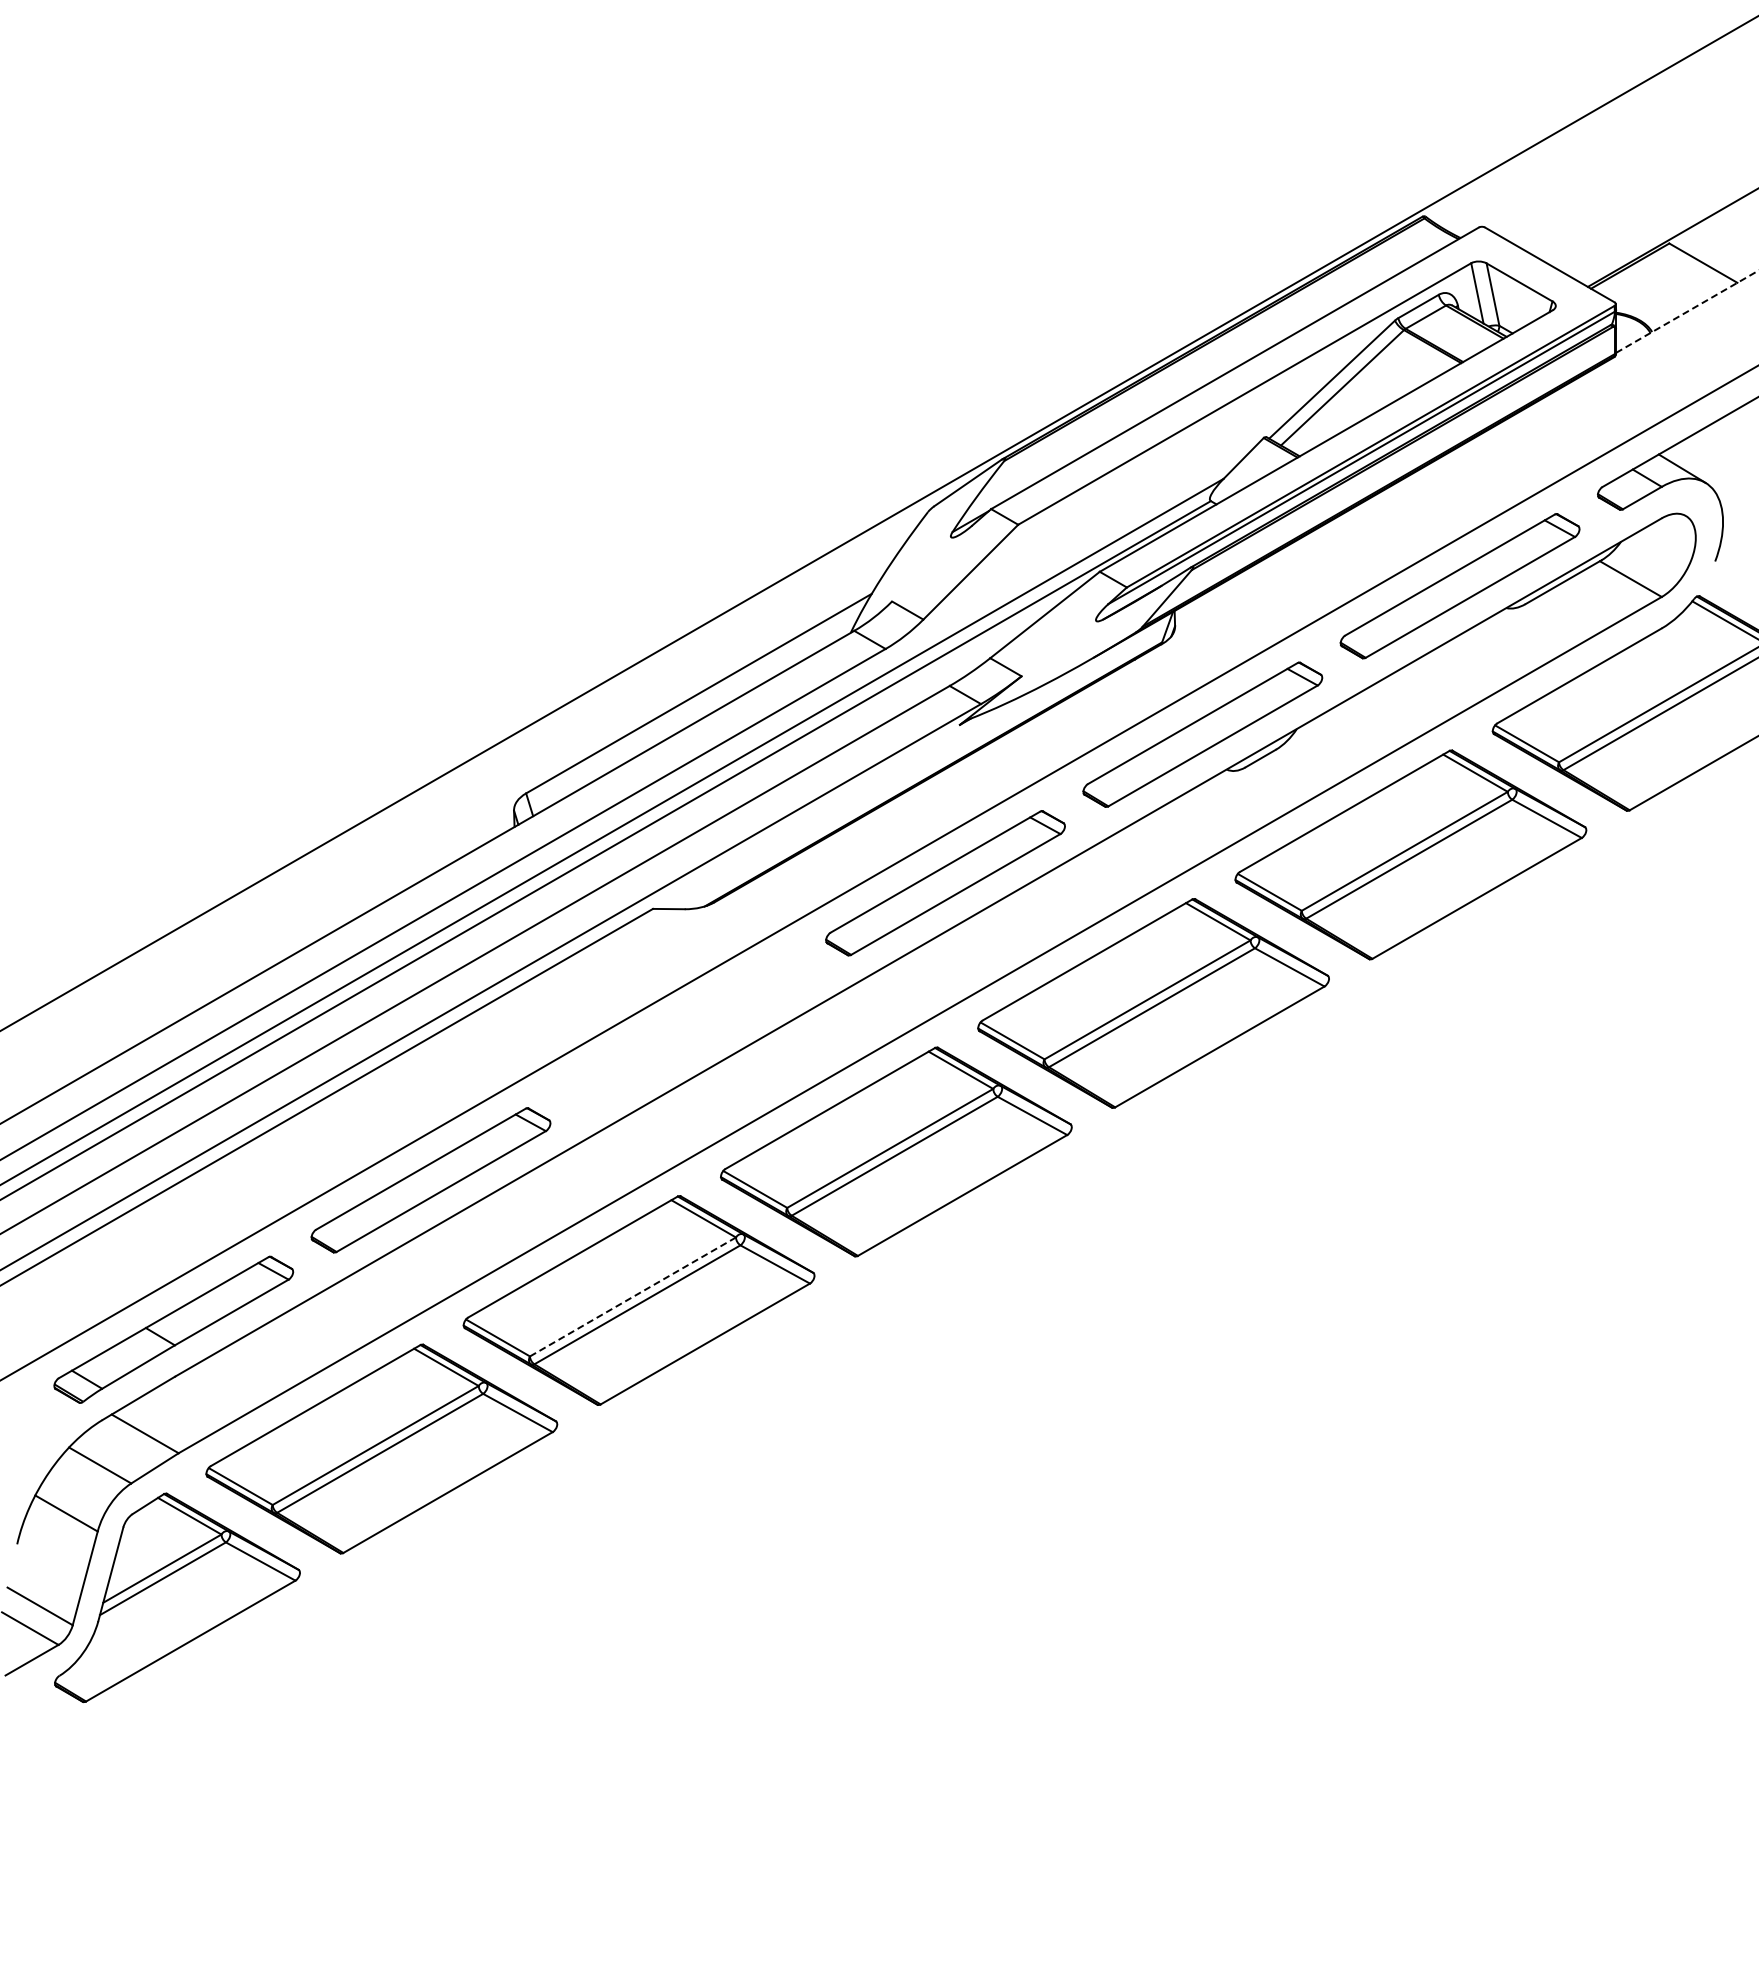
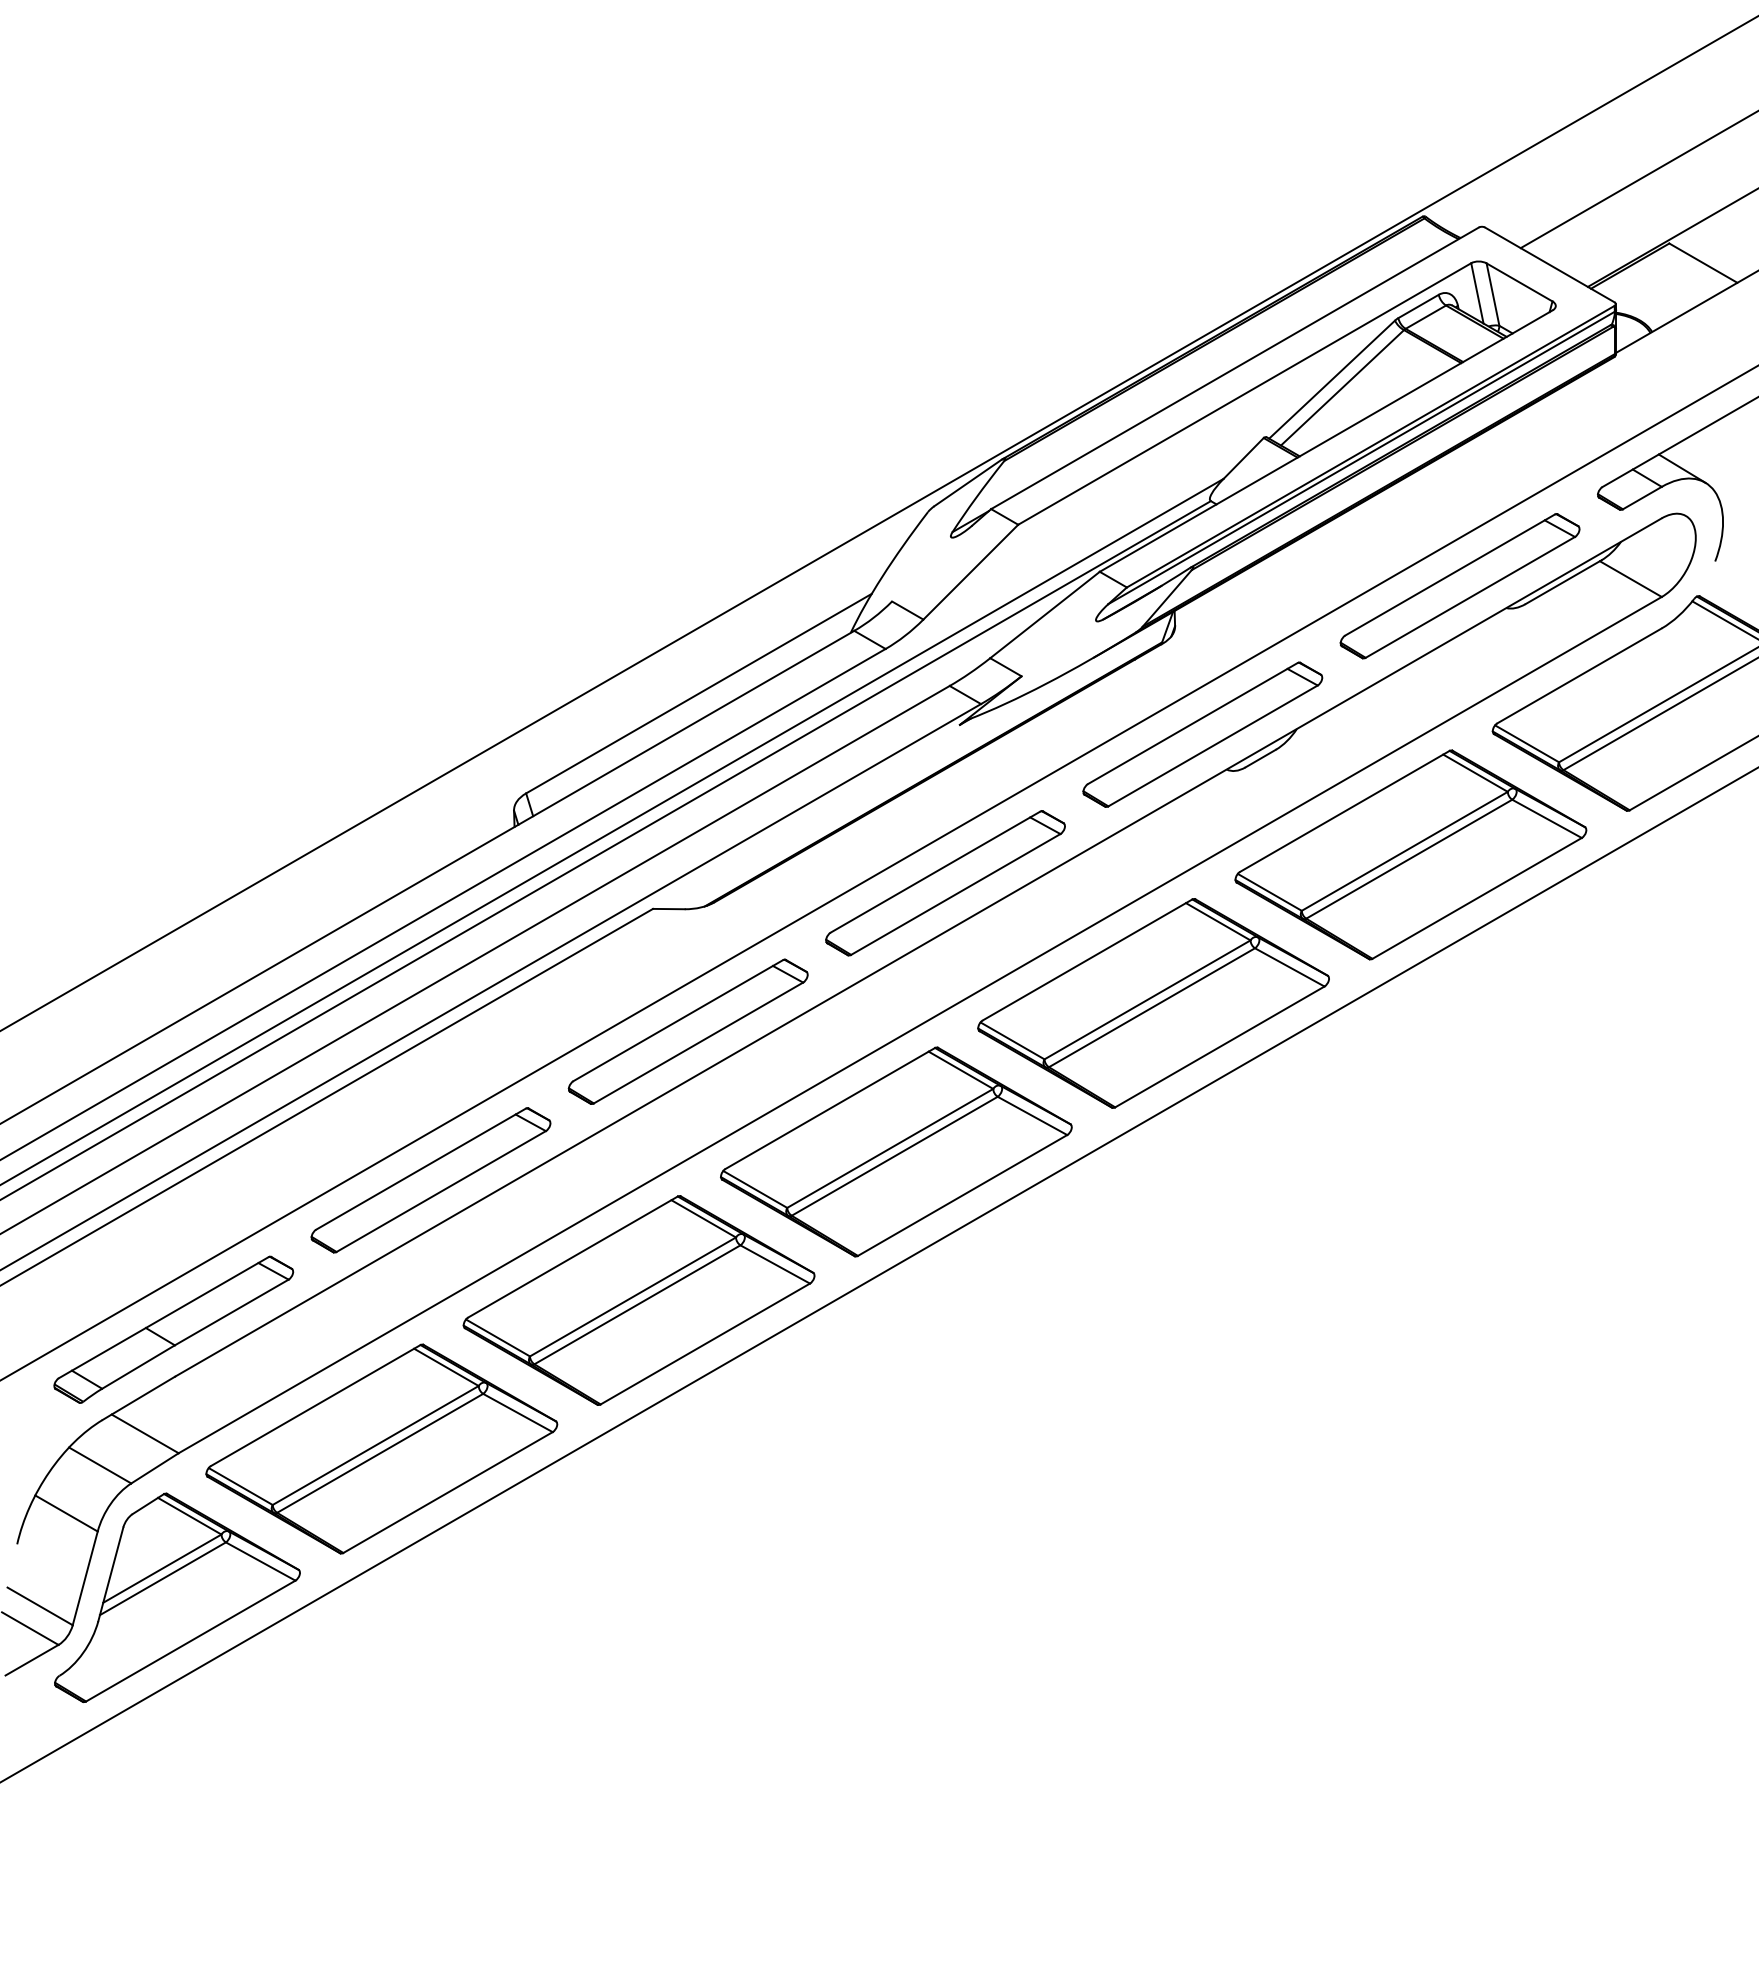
line at (1637, 180): none -> present
line at (1687, 311): dashed -> solid
part at (687, 1031): none -> present
line at (878, 1275): none -> present
line at (632, 1296): dashed -> solid
